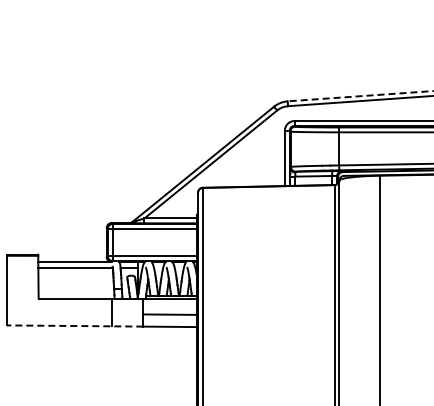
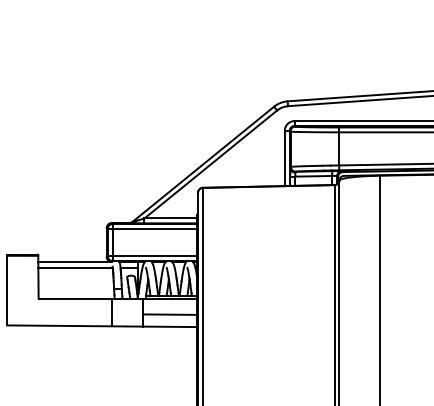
line at (360, 96): dashed -> solid
line at (74, 326): dashed -> solid
